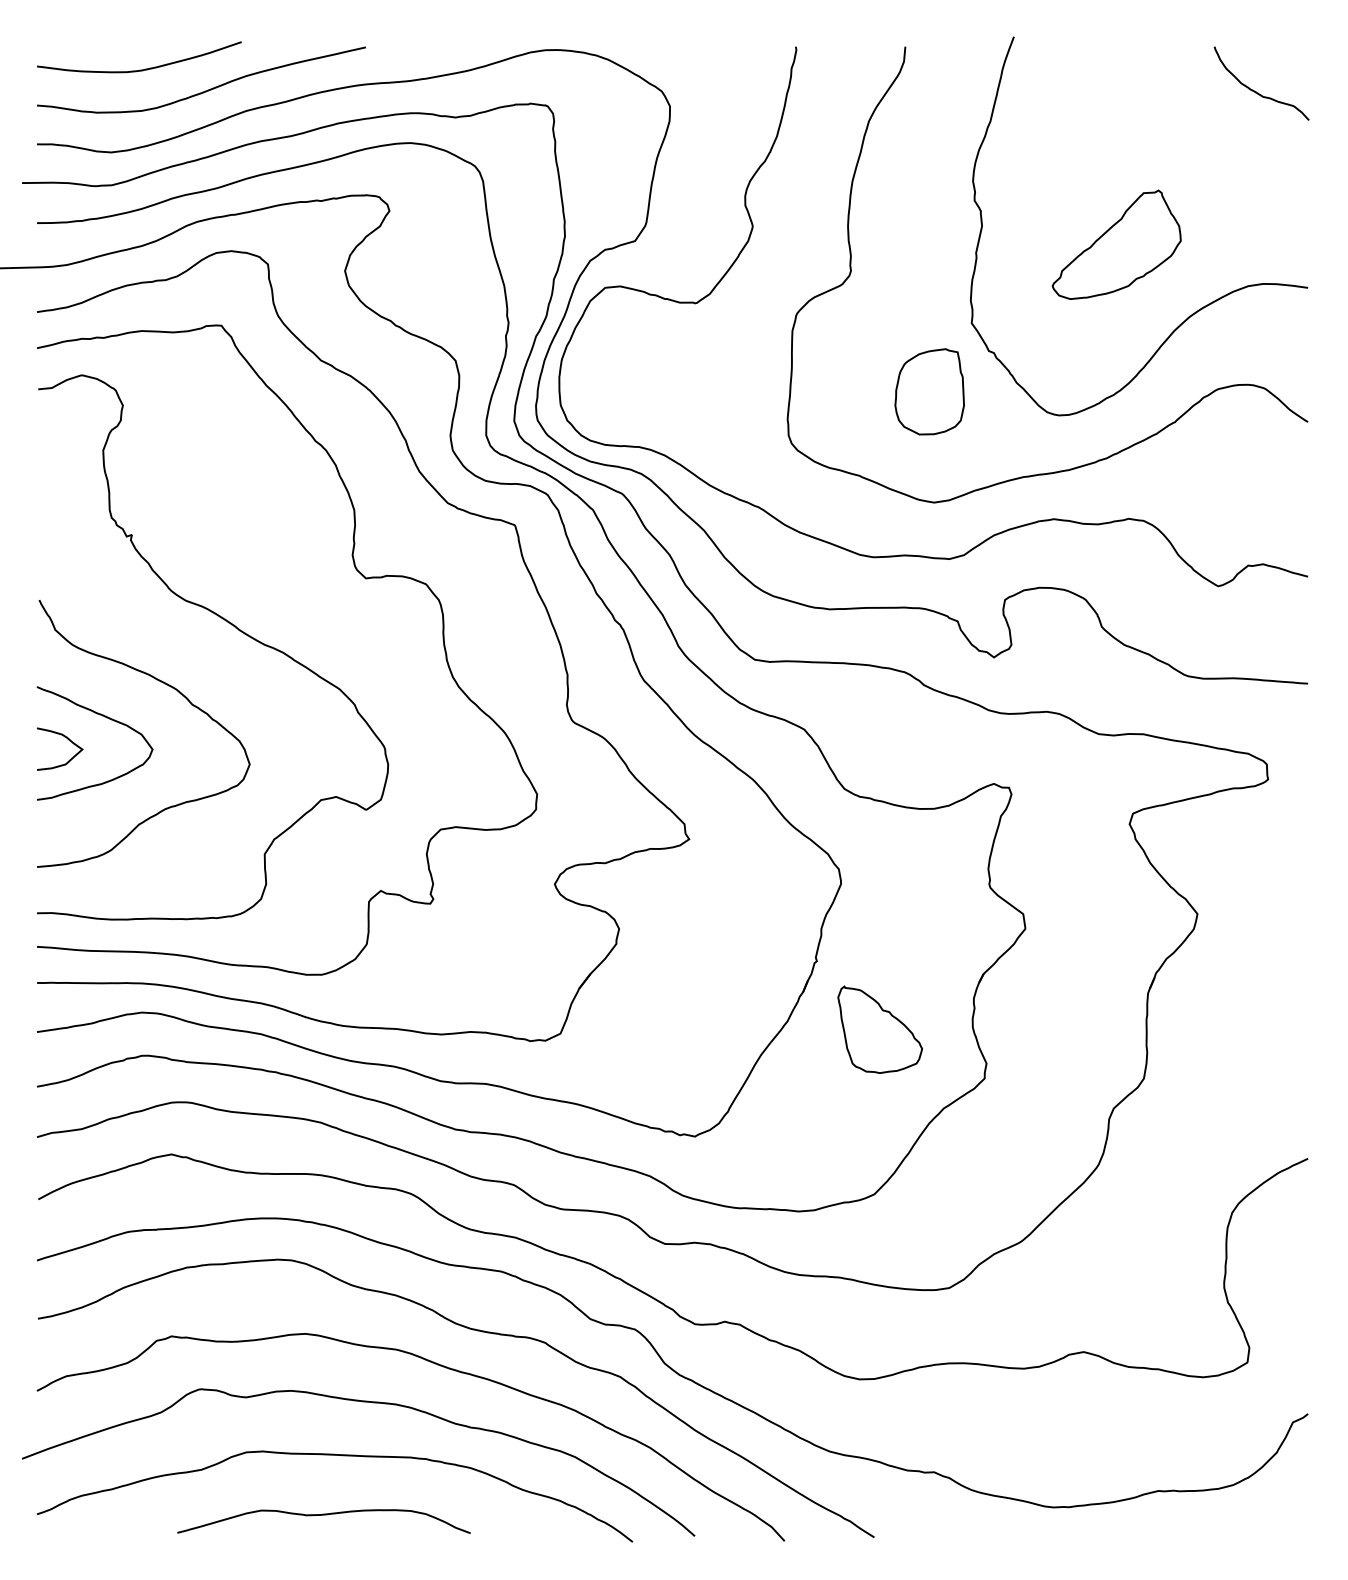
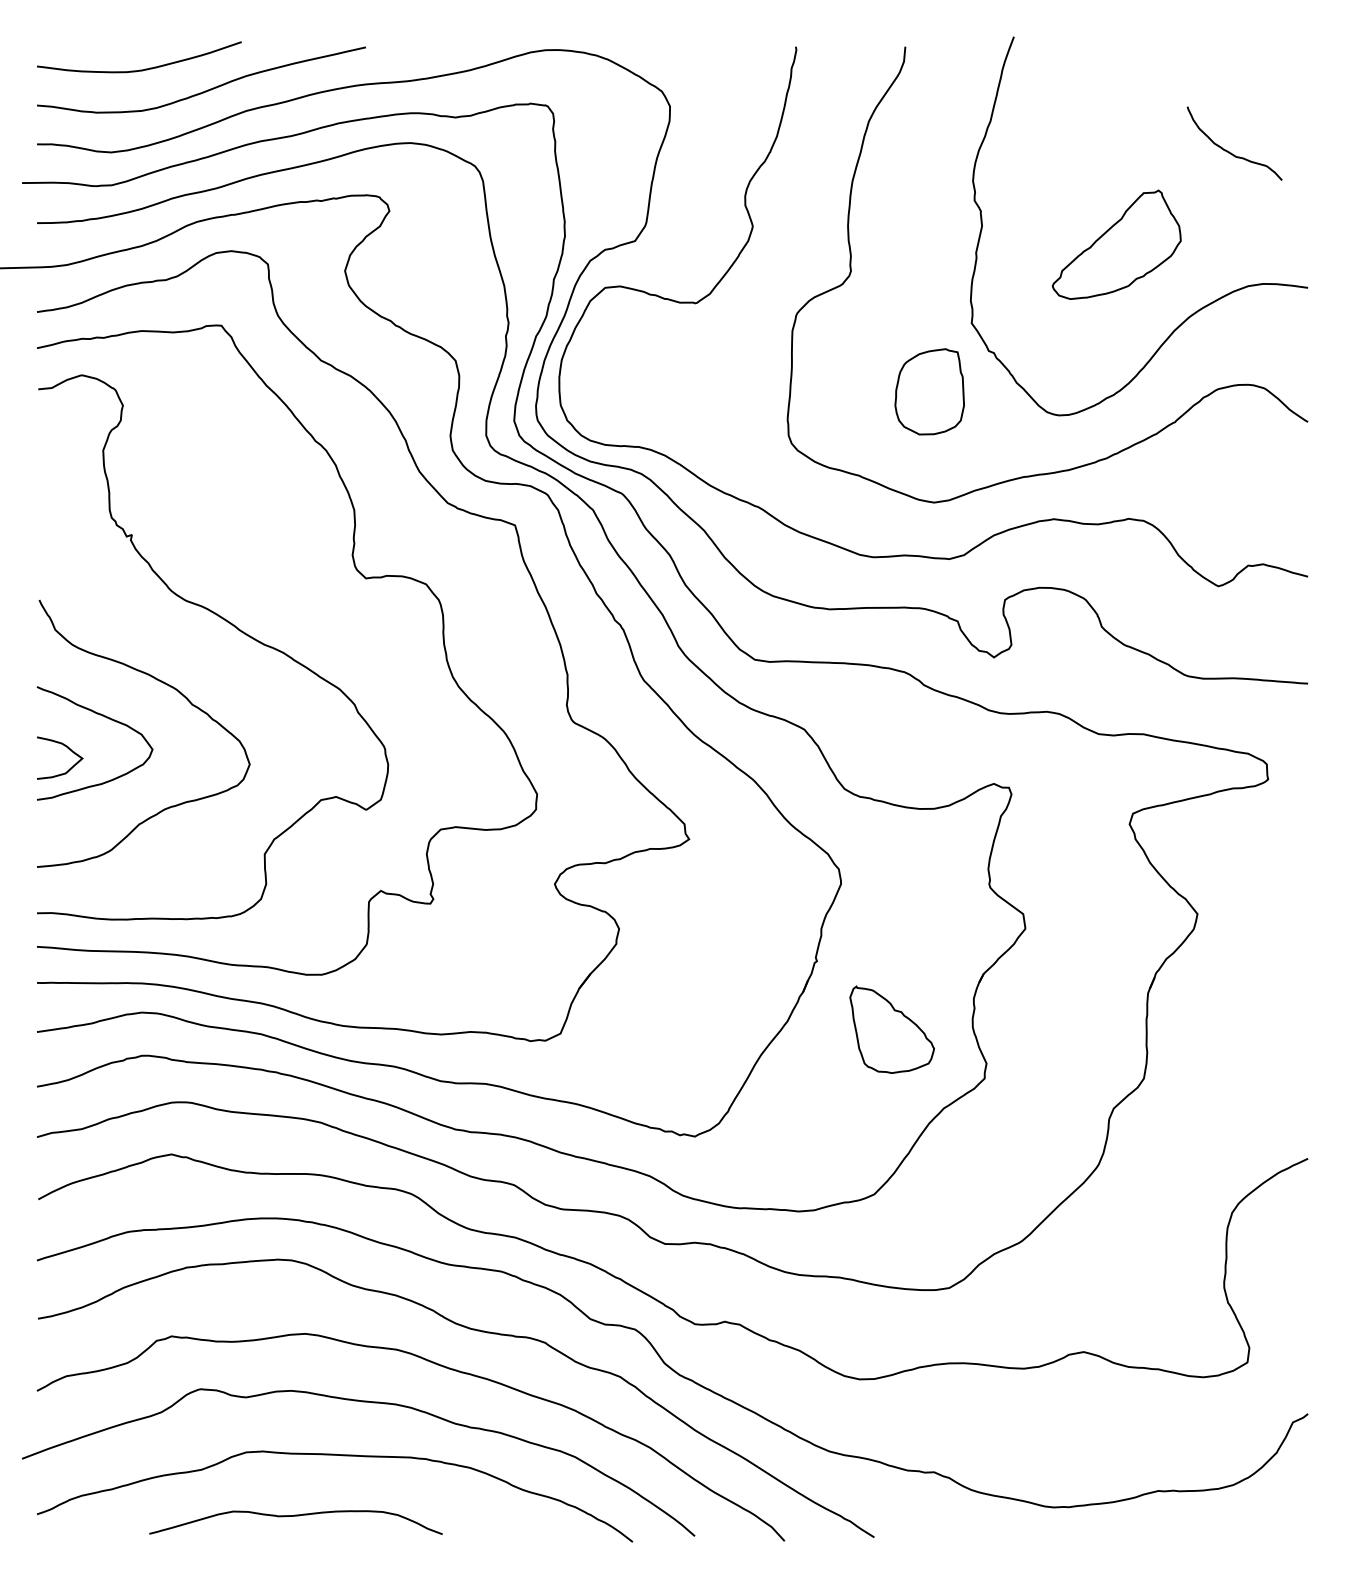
curve at (1256, 91) position: (1256, 91) -> (1229, 151)
curve at (68, 740) position: (68, 740) -> (68, 749)
part at (879, 1029) position: (879, 1029) -> (891, 1029)
curve at (323, 1515) position: (323, 1515) -> (295, 1516)
